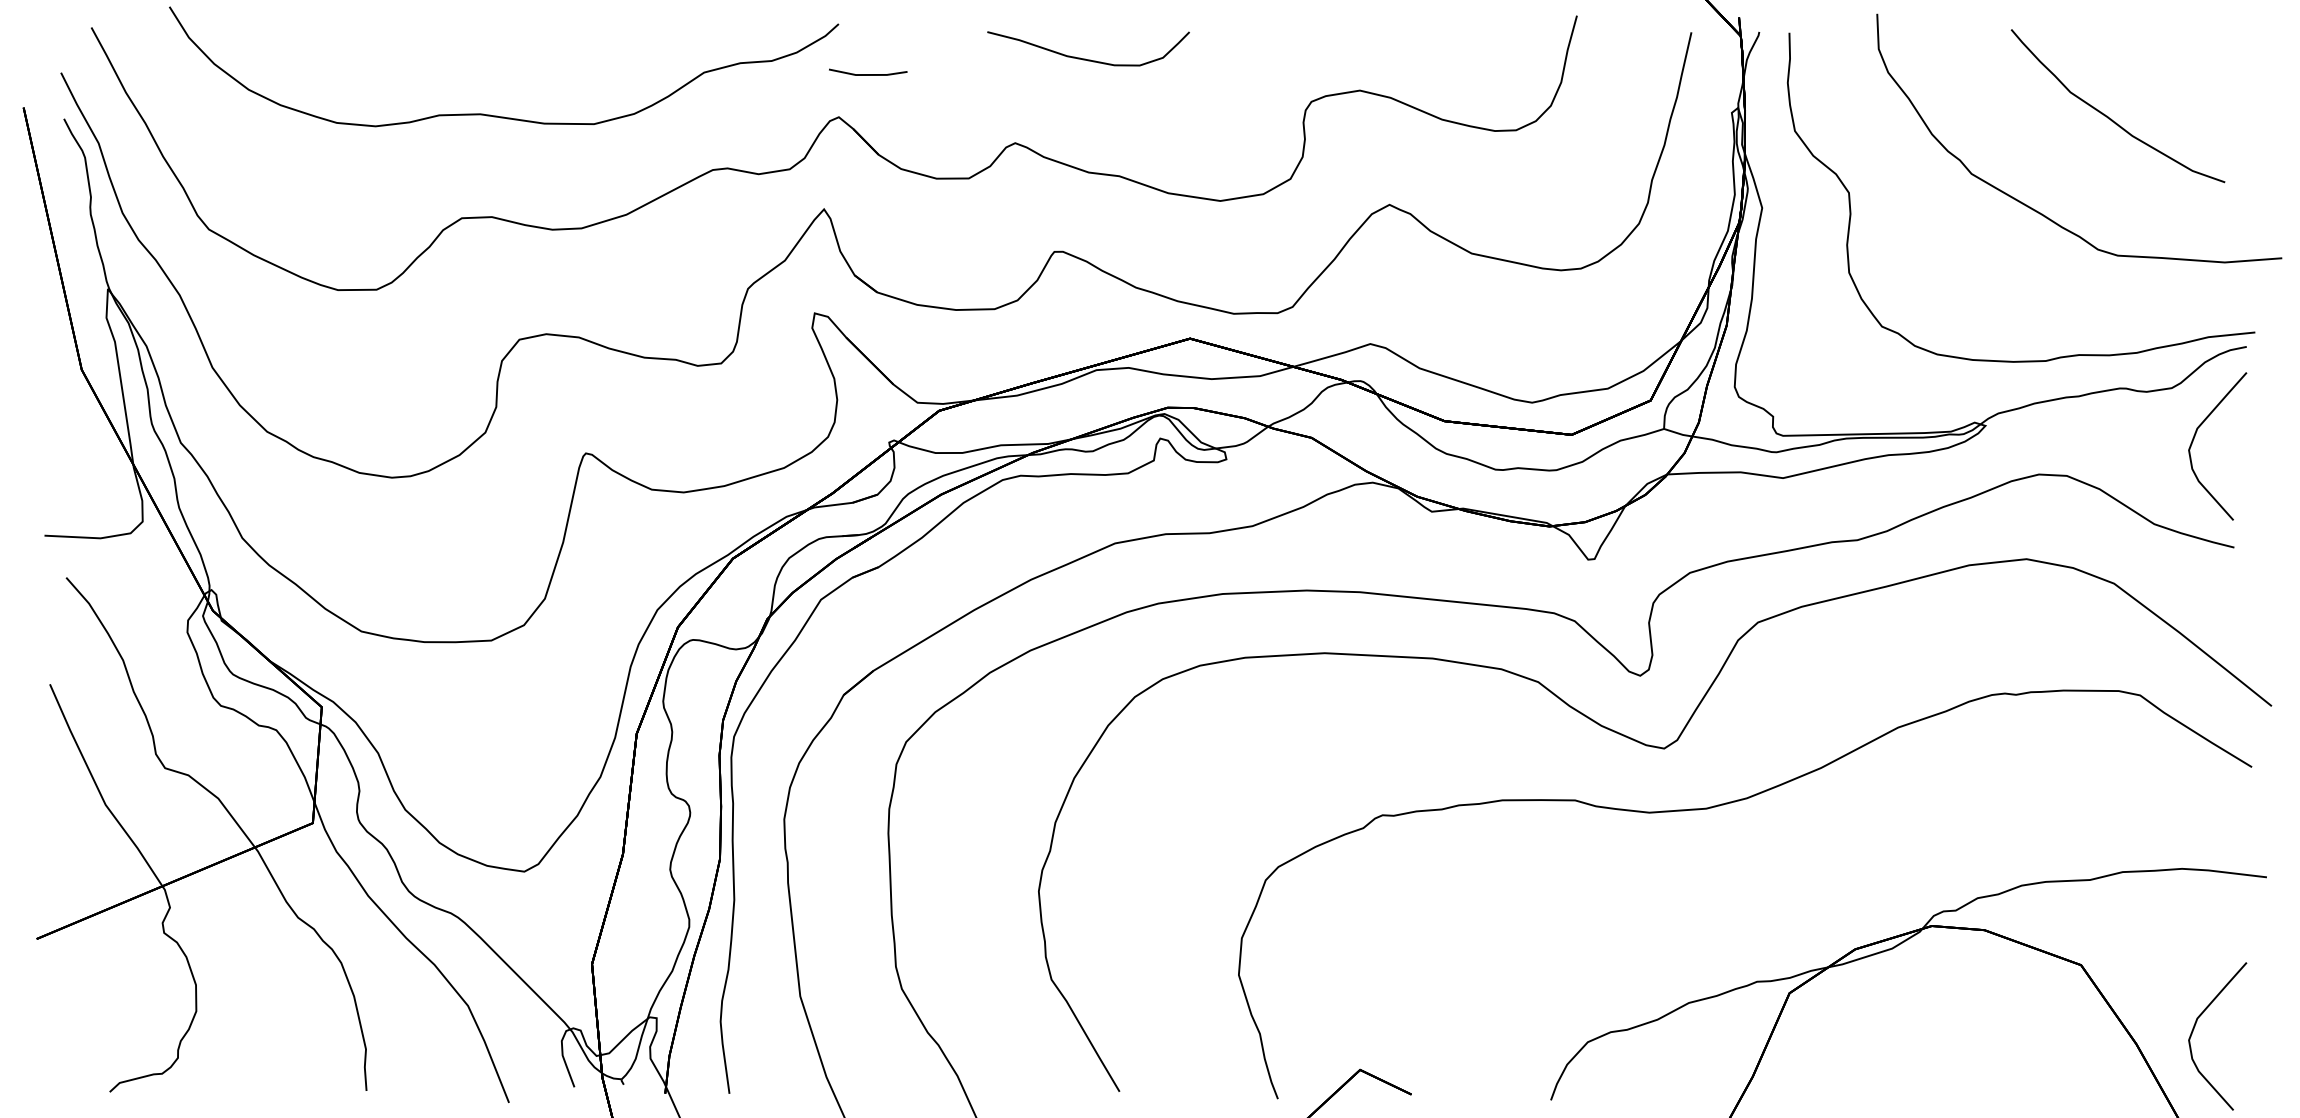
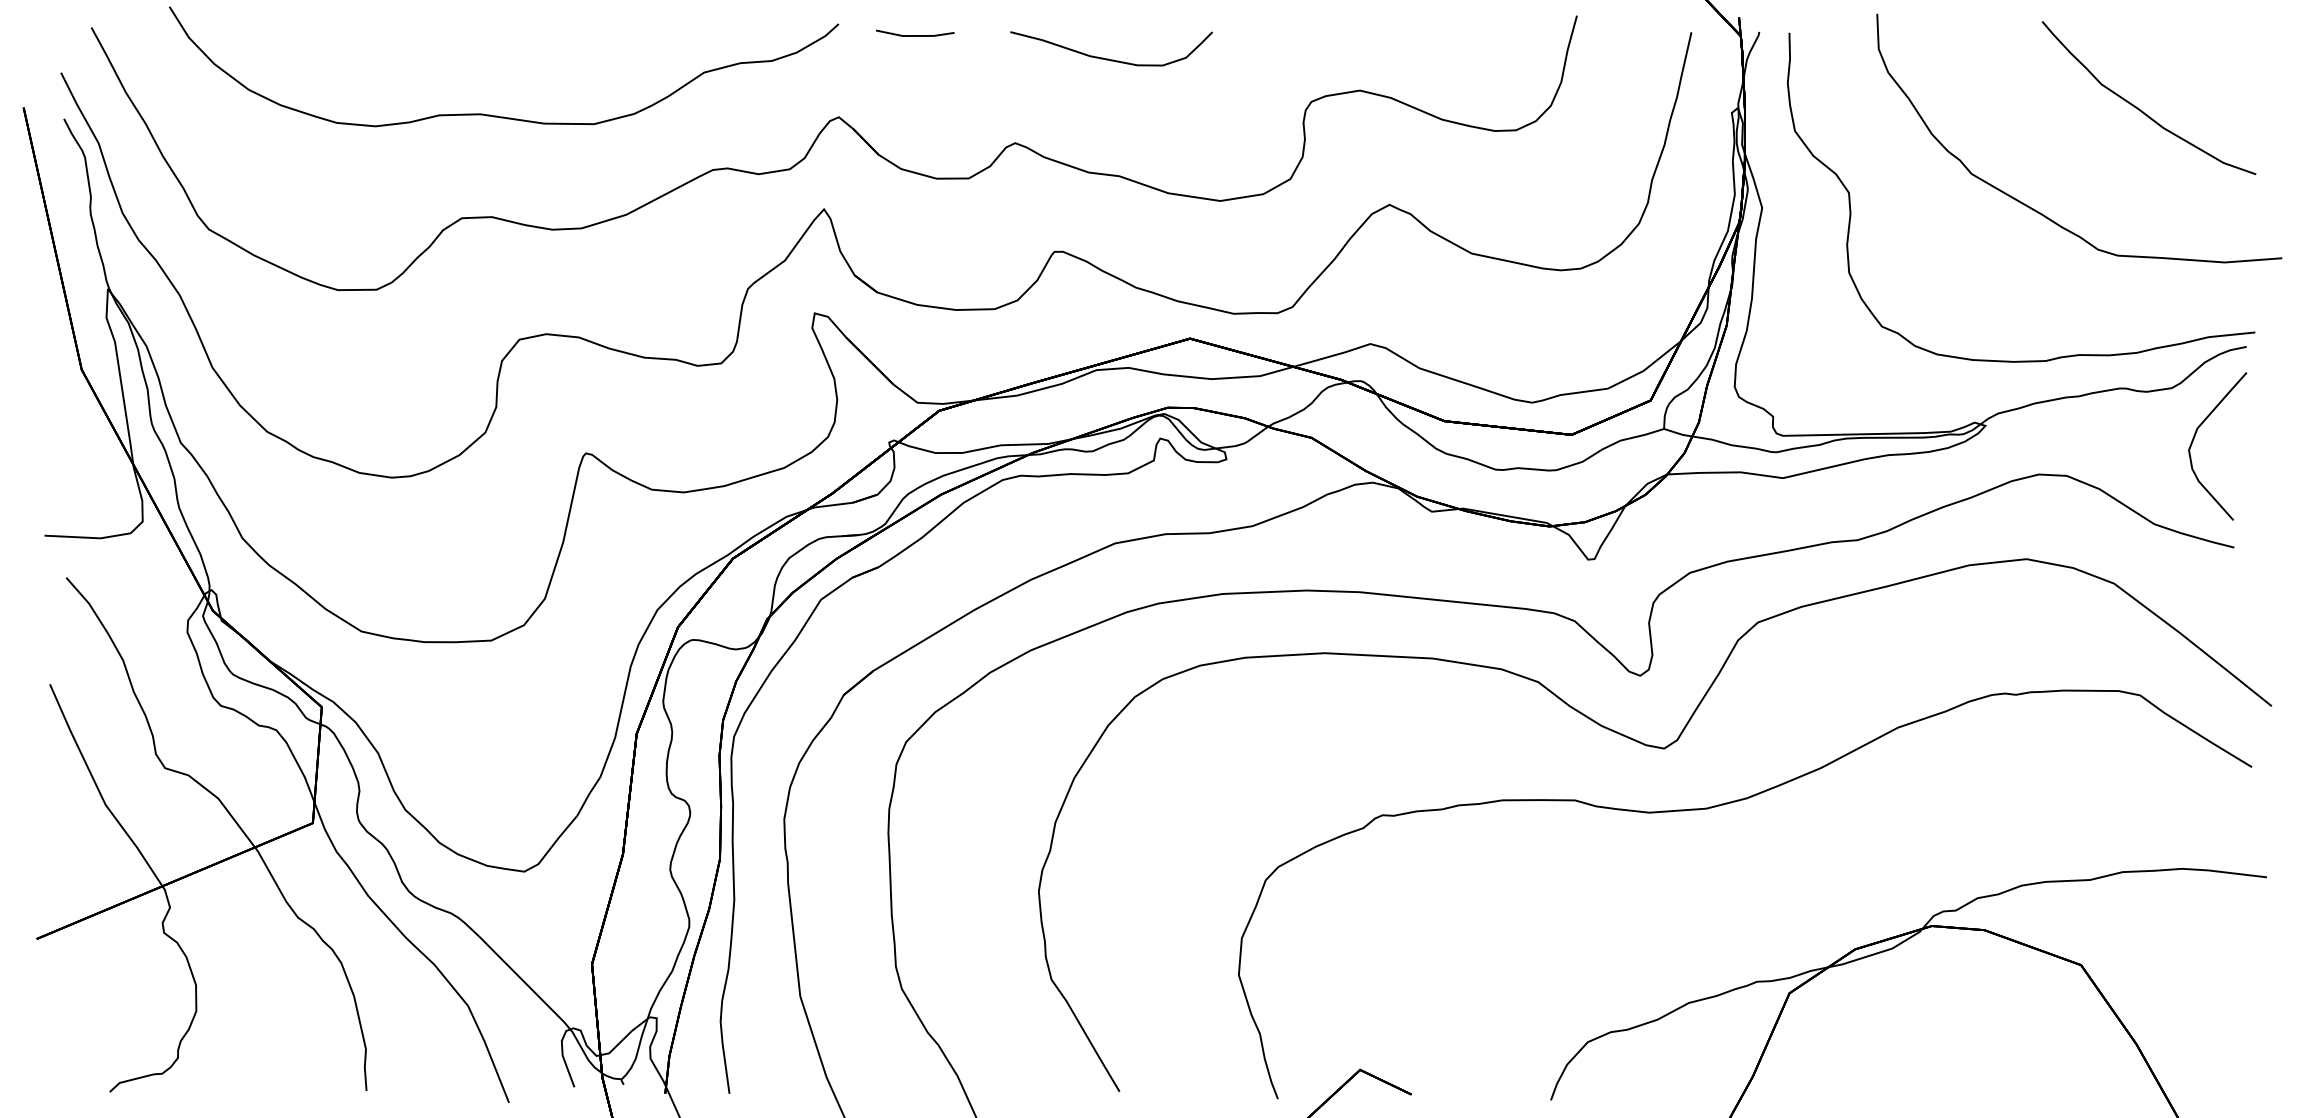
curve at (1085, 58) position: (1085, 58) -> (1108, 58)
line at (868, 74) position: (868, 74) -> (915, 35)
curve at (2111, 118) position: (2111, 118) -> (2142, 110)
curve at (2194, 1029): present -> none
